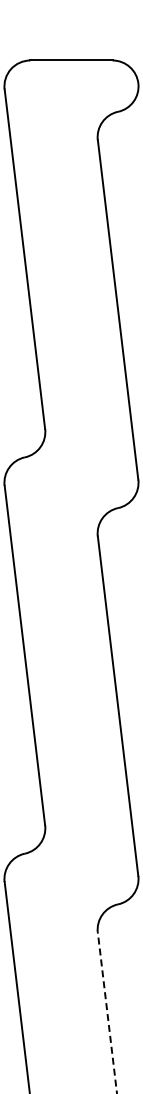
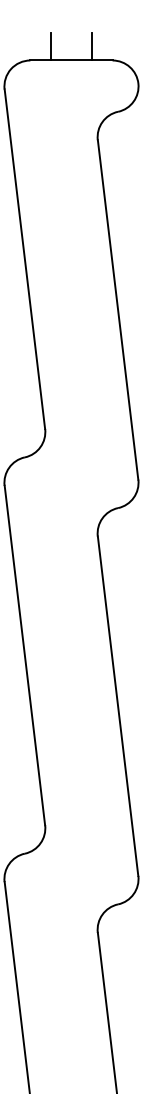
line at (50, 46): none -> present
line at (92, 46): none -> present
line at (107, 1013): dashed -> solid
